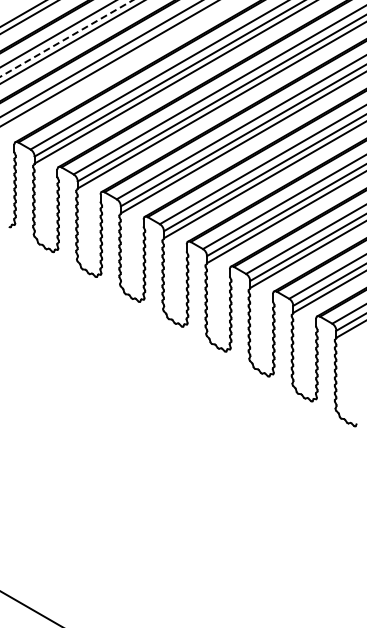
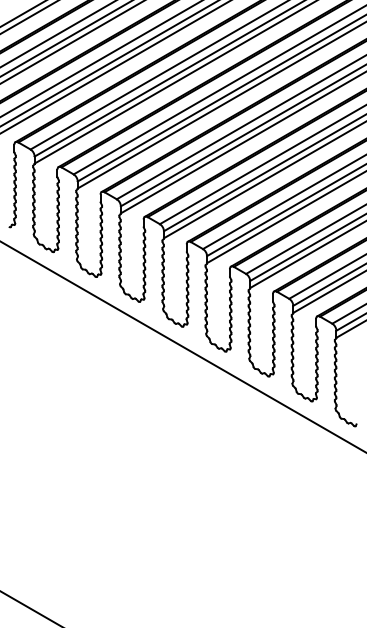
line at (67, 38): dashed -> solid
line at (115, 67): none -> present
line at (182, 346): none -> present
